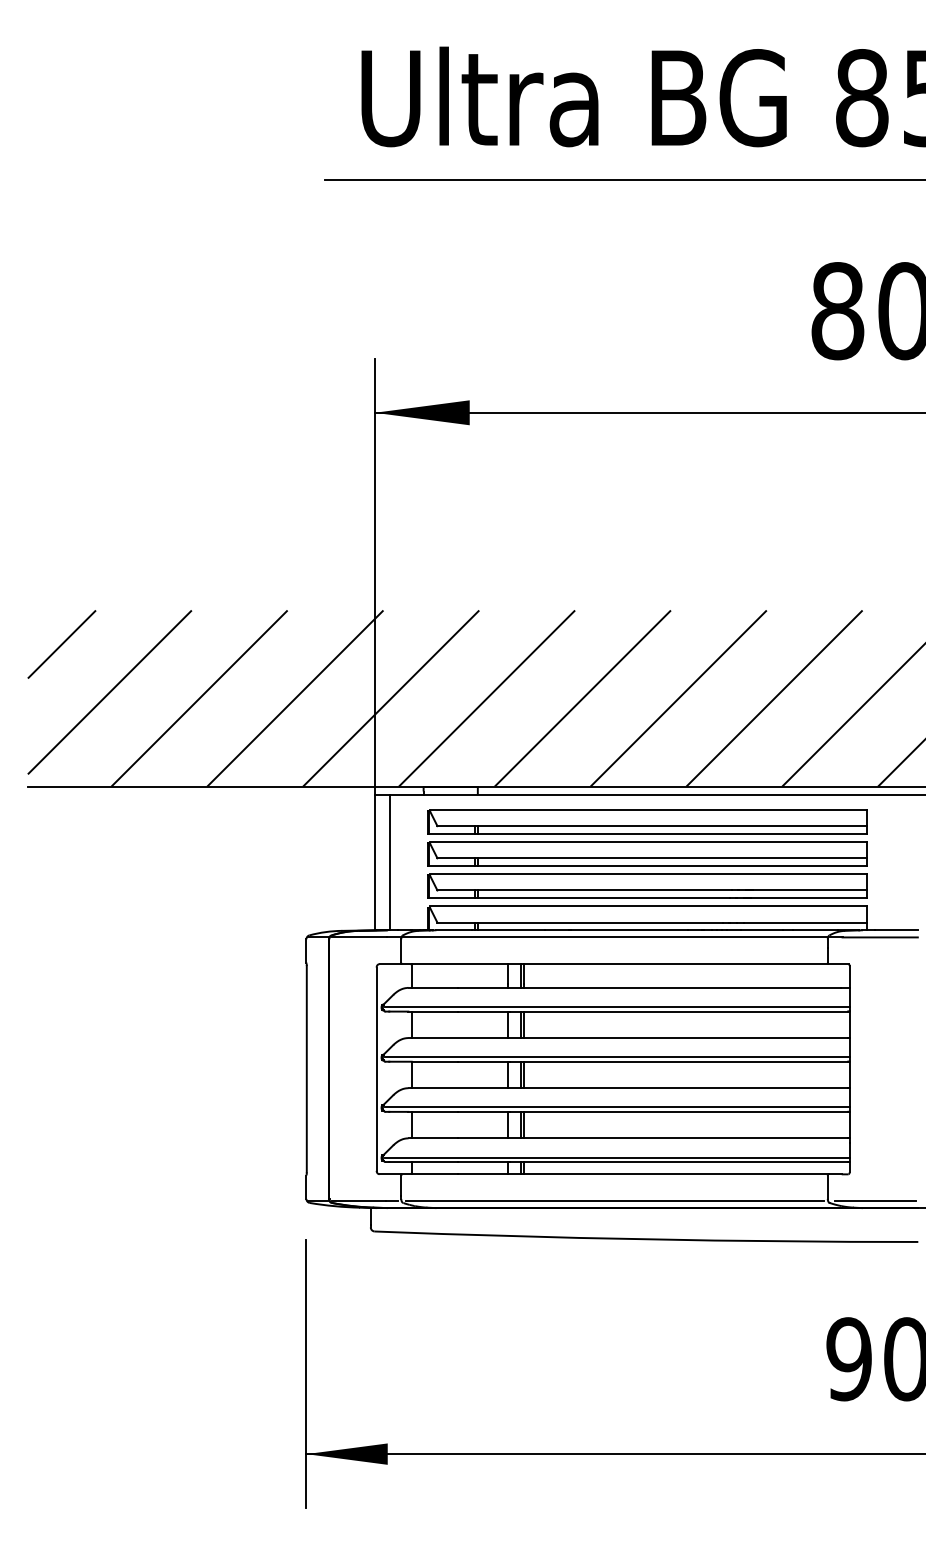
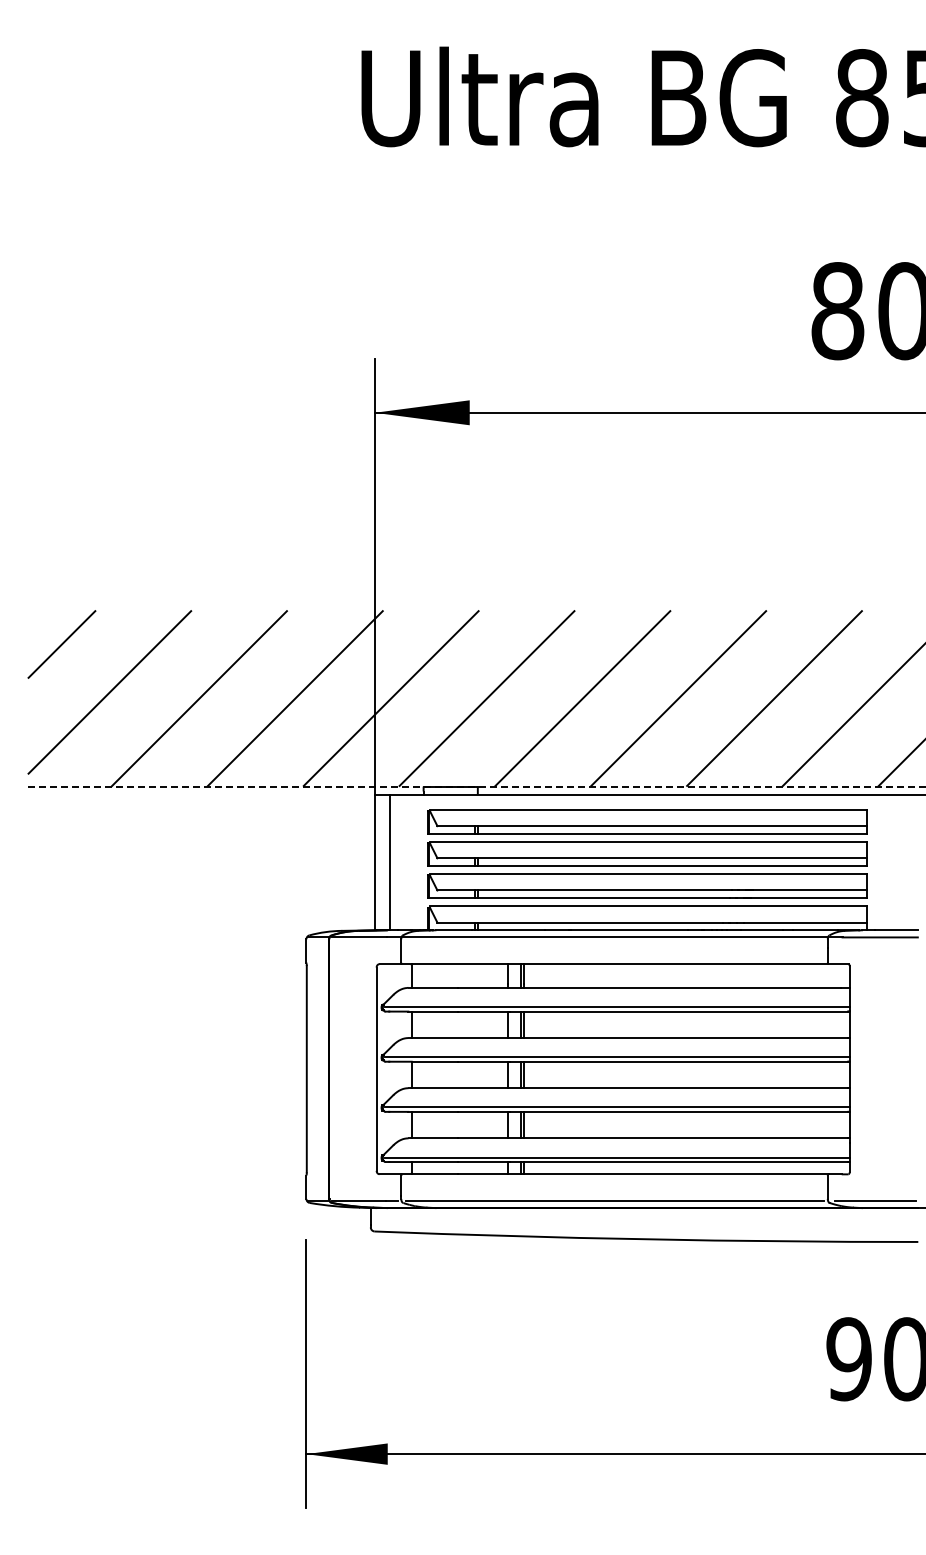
line at (623, 180): present -> none
line at (476, 786): solid -> dashed
